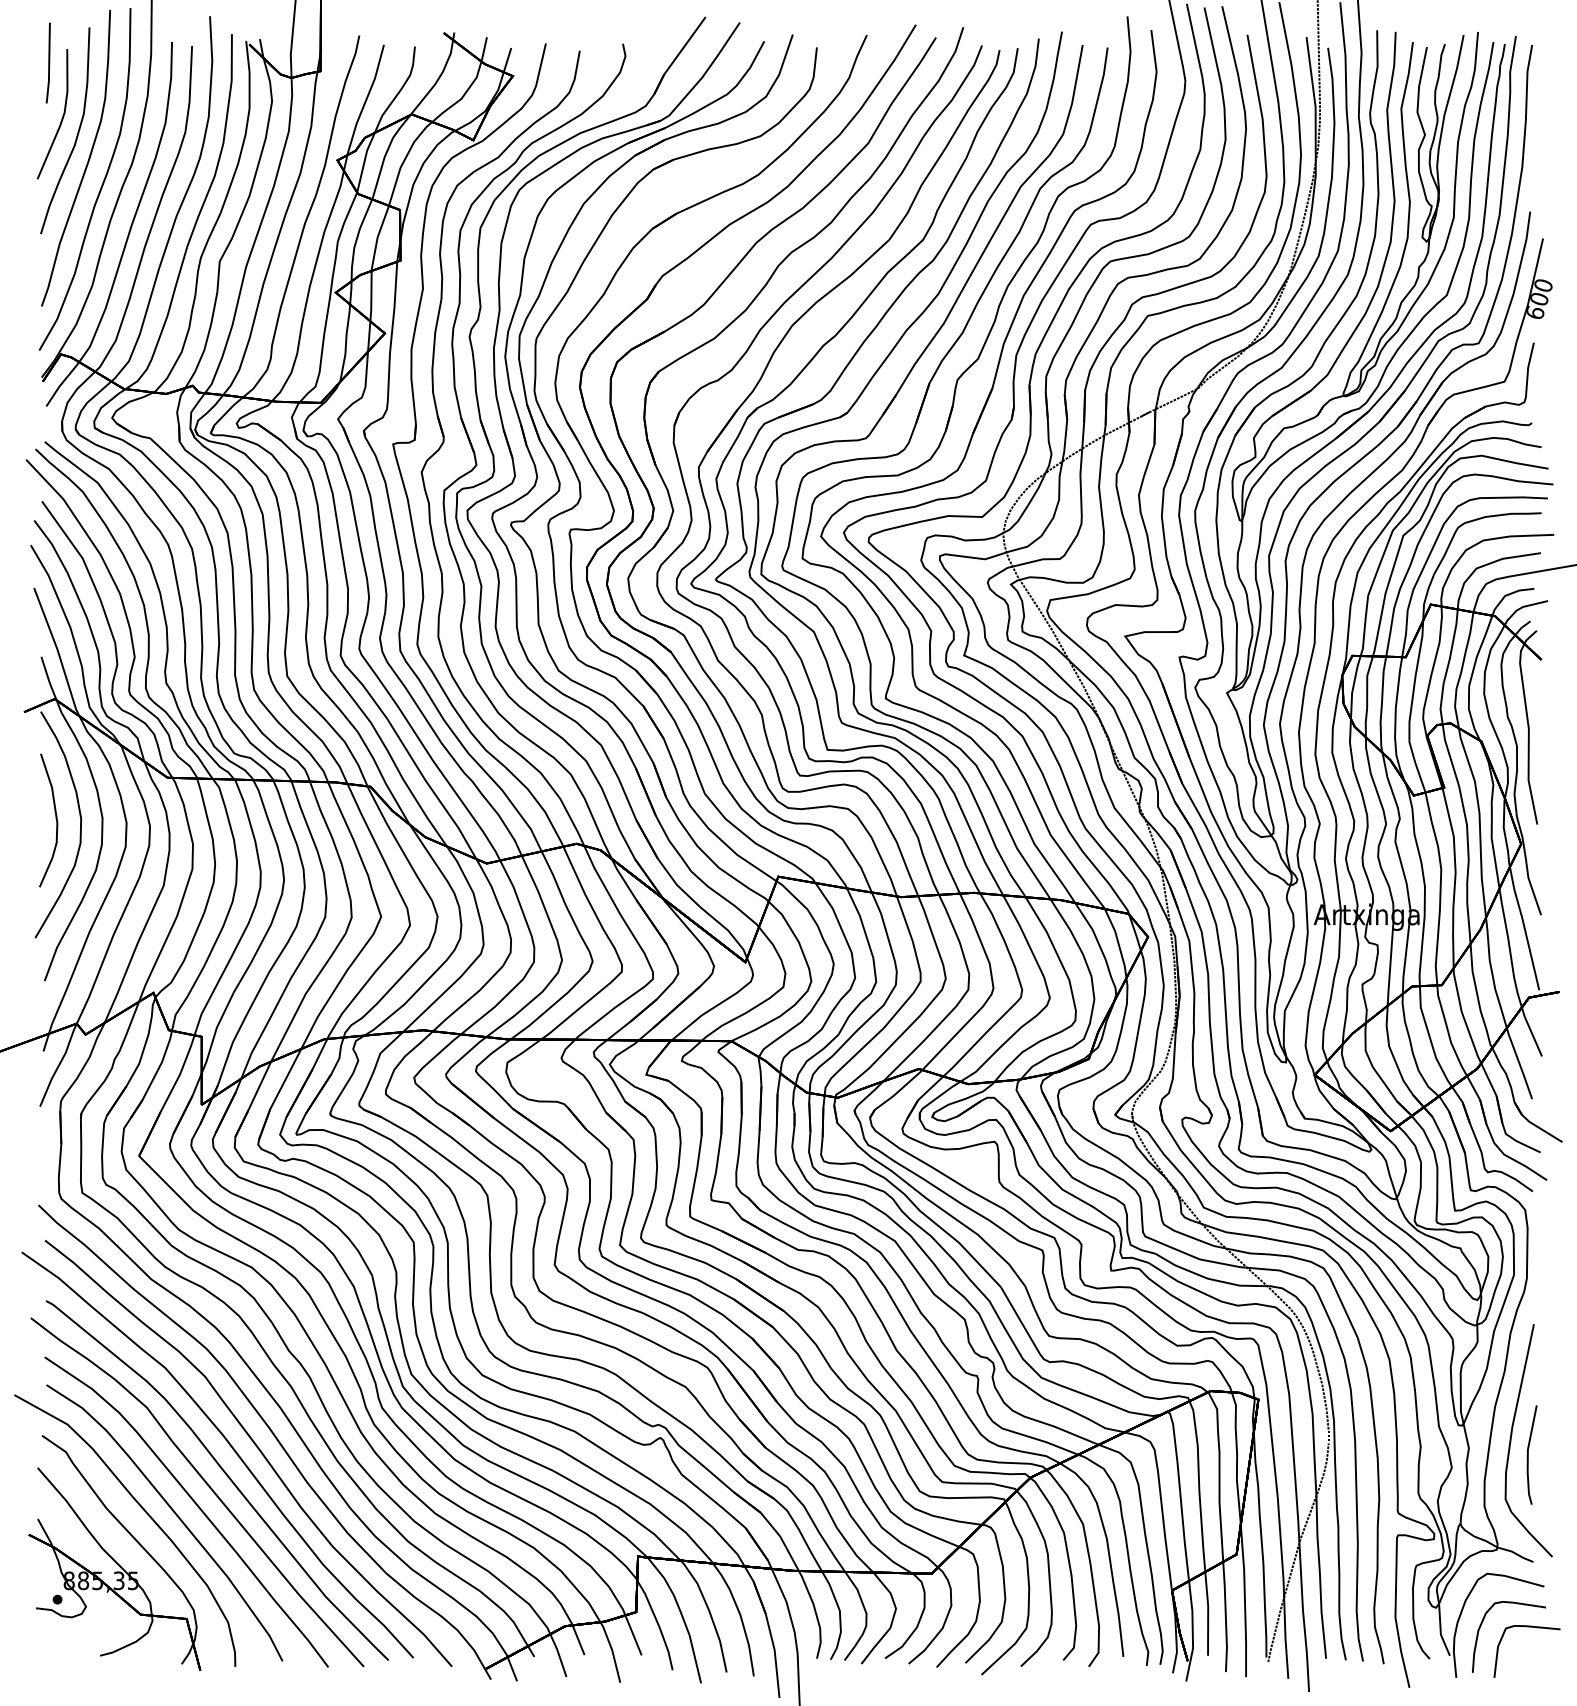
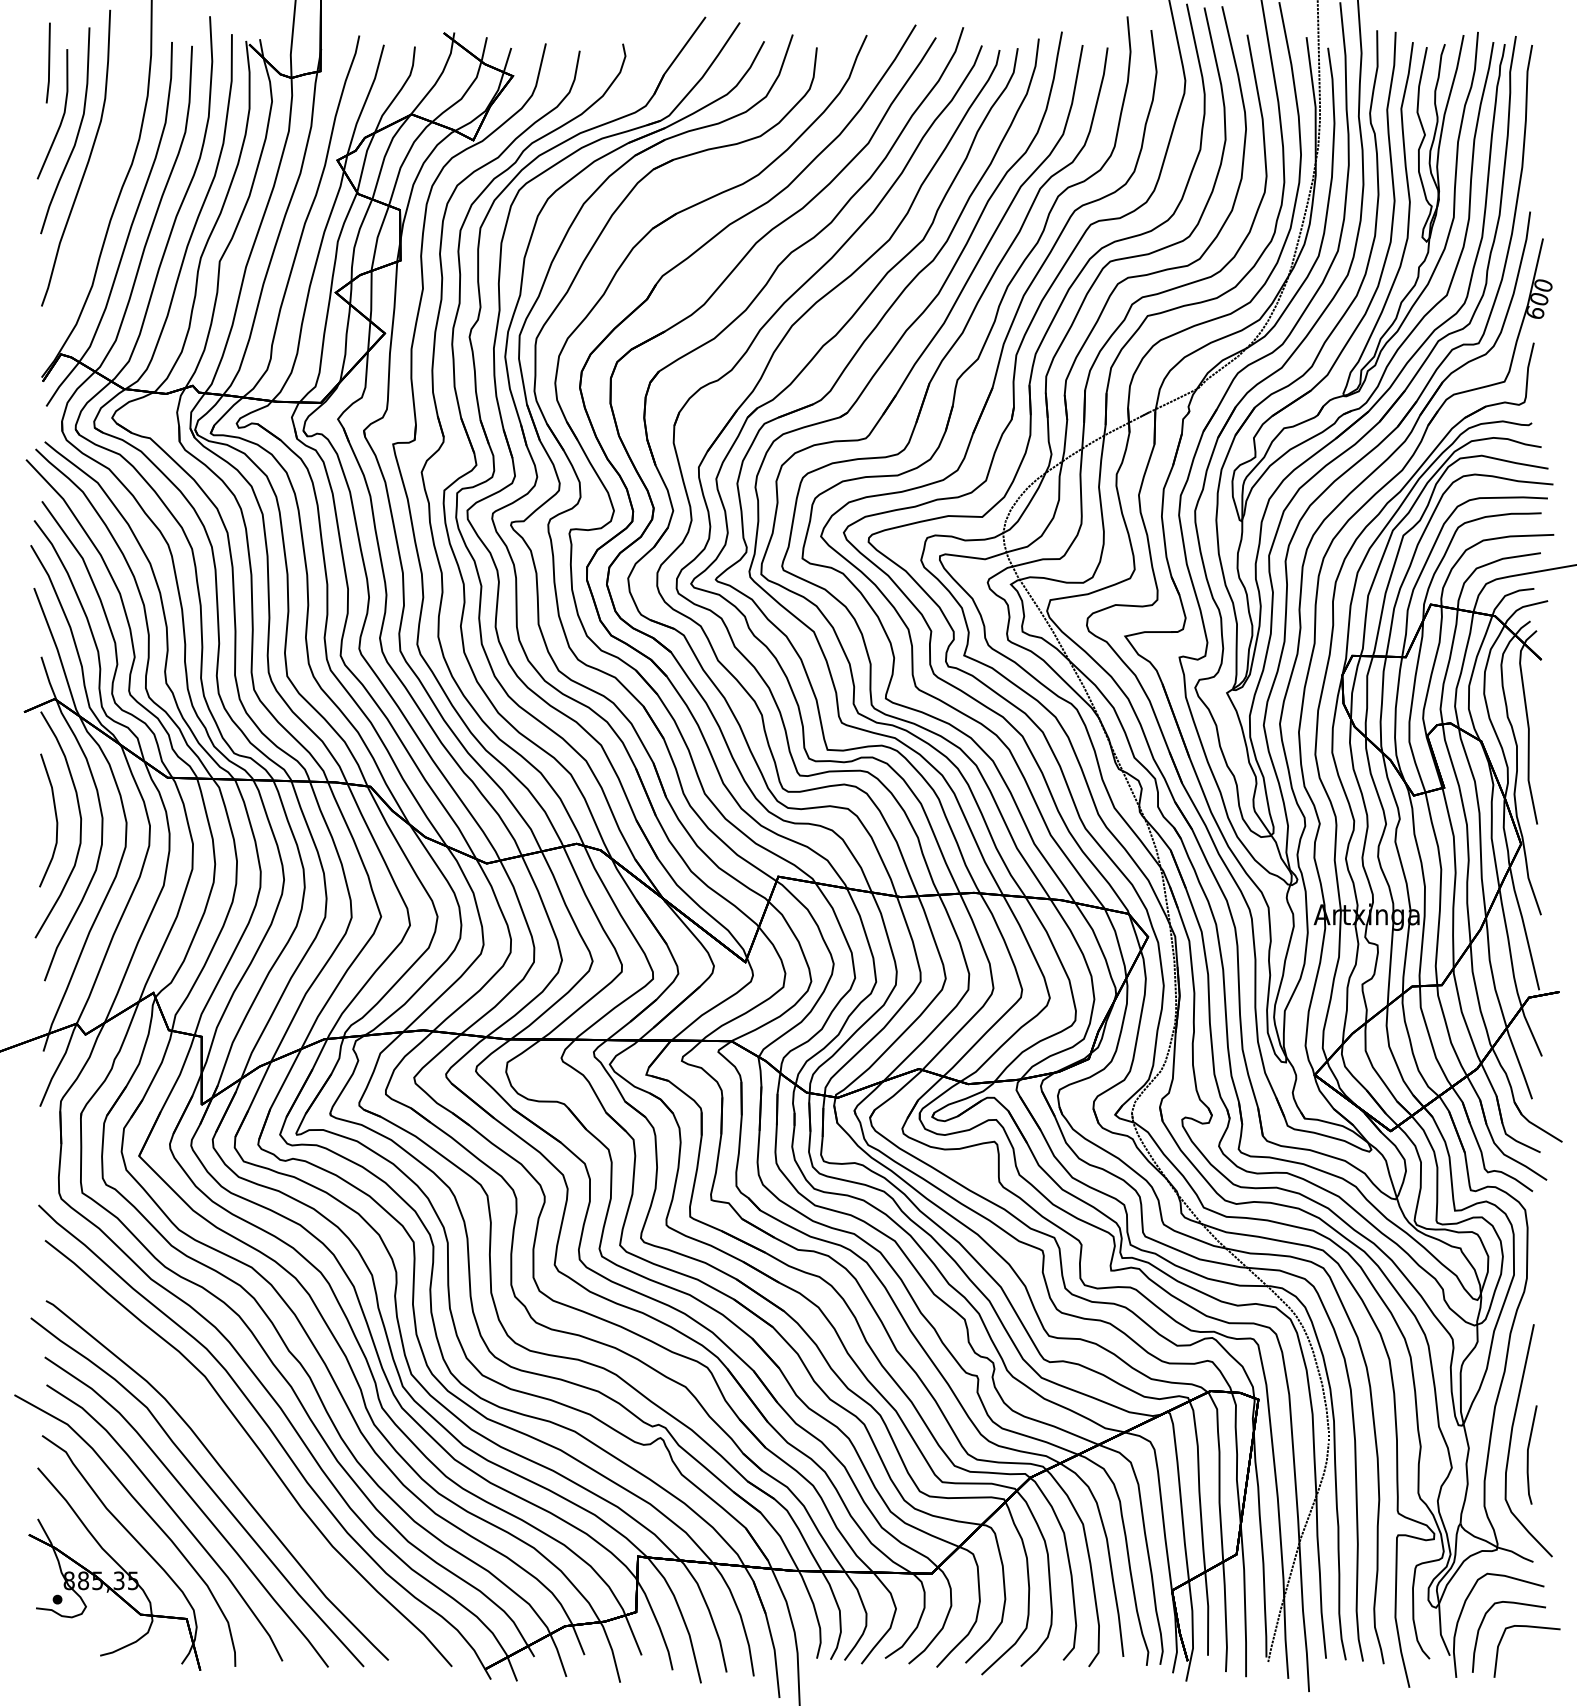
curve at (101, 184): present -> none
curve at (228, 1444): present -> none
